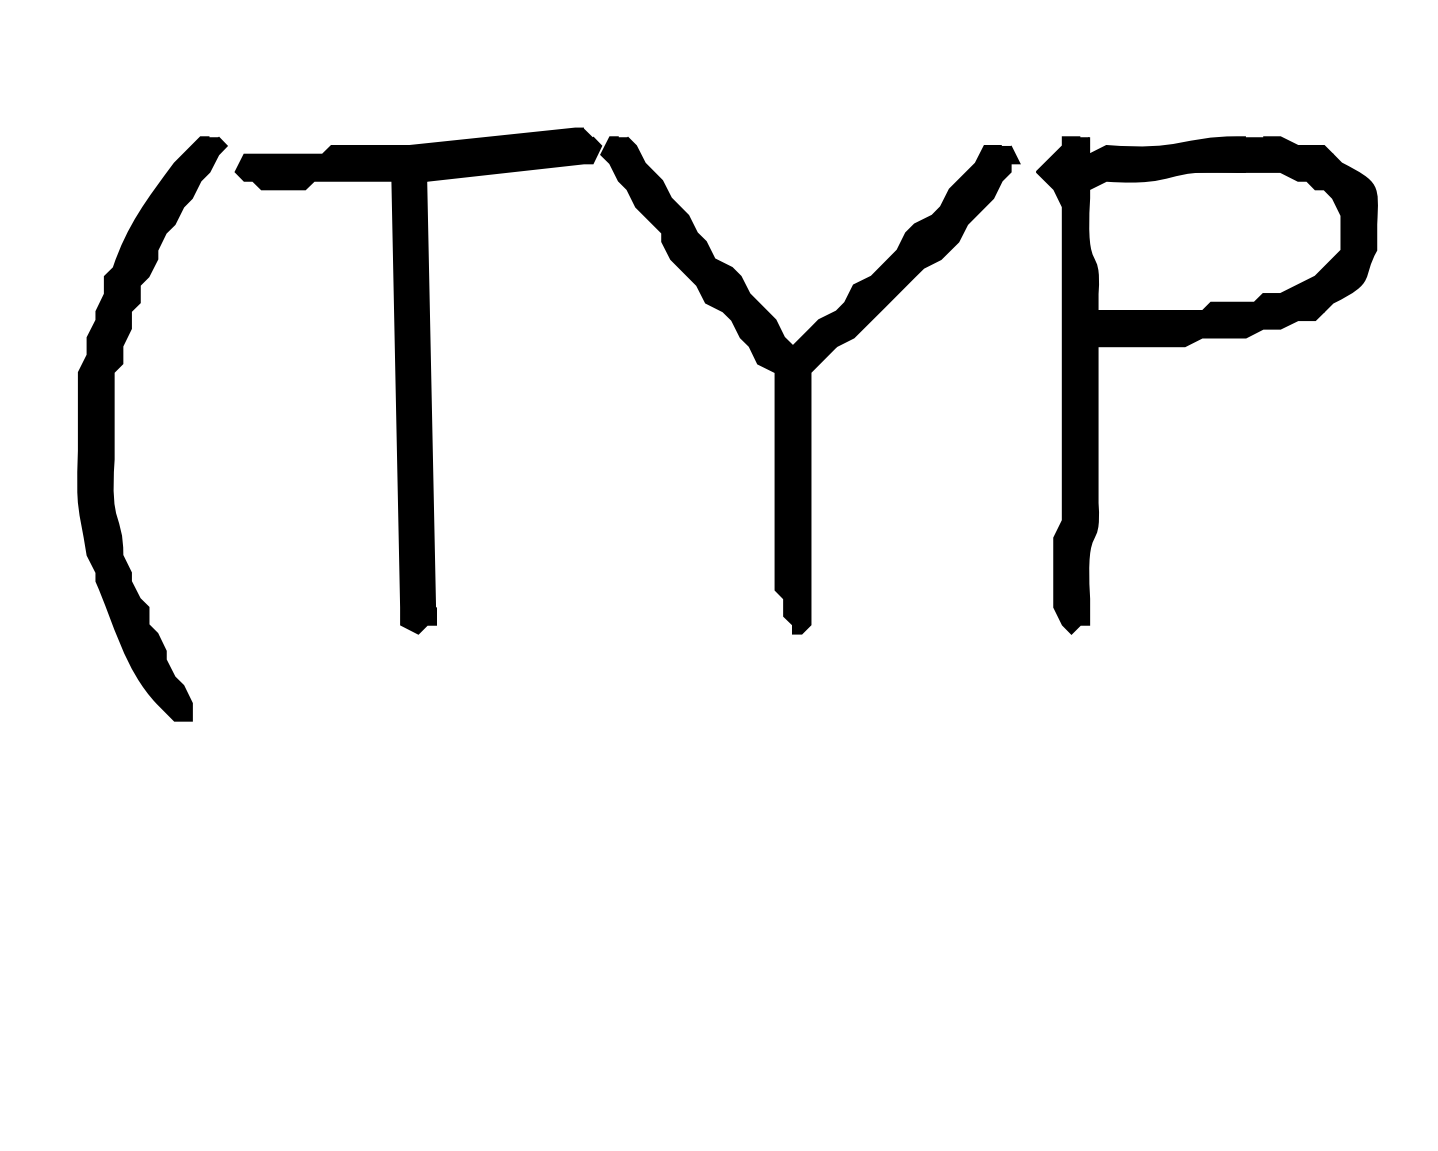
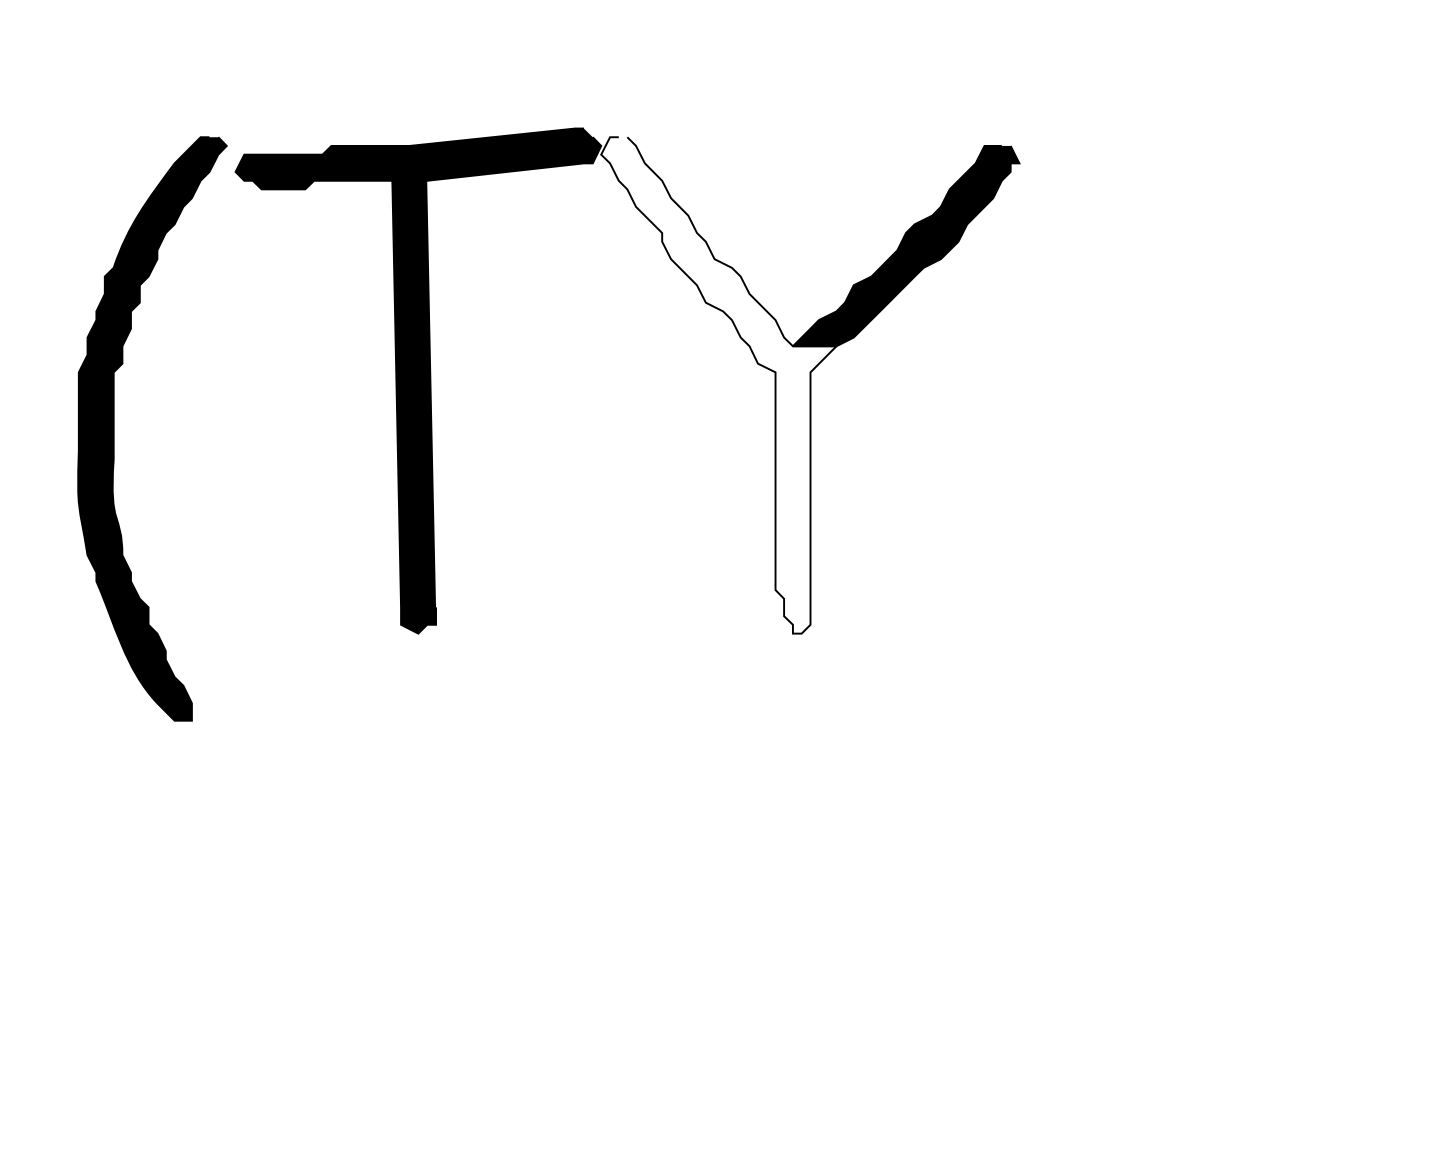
part at (1186, 346): present -> none
fill at (718, 385): present -> none
